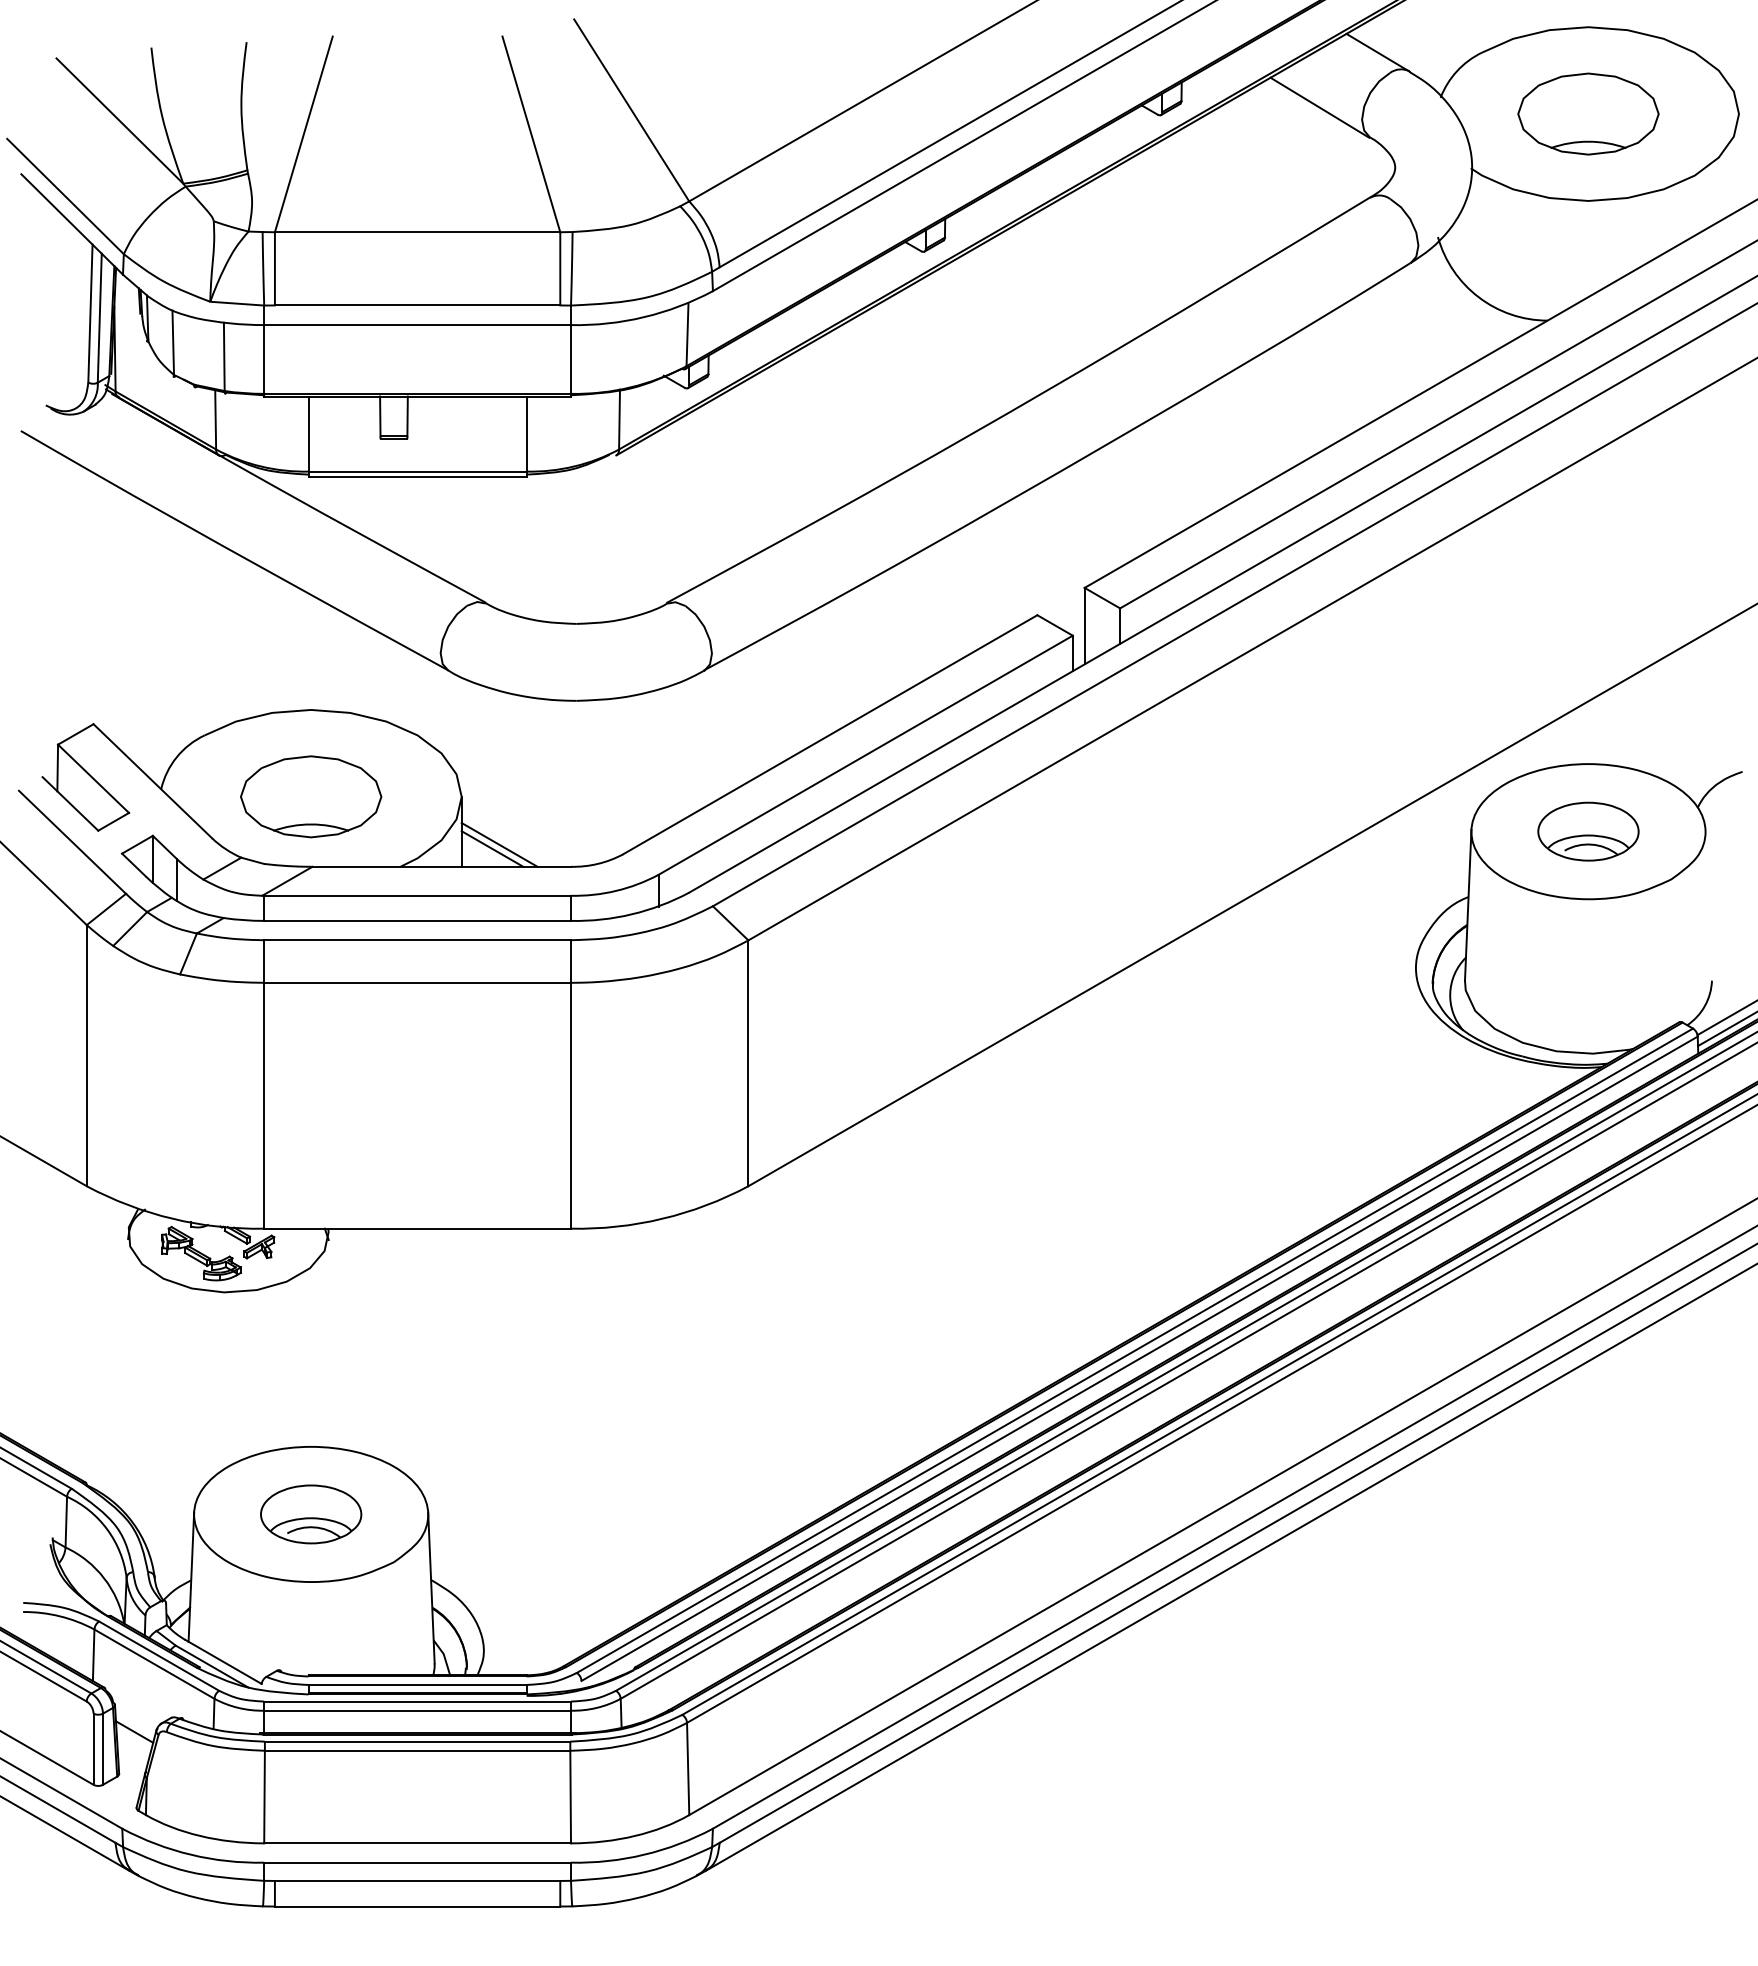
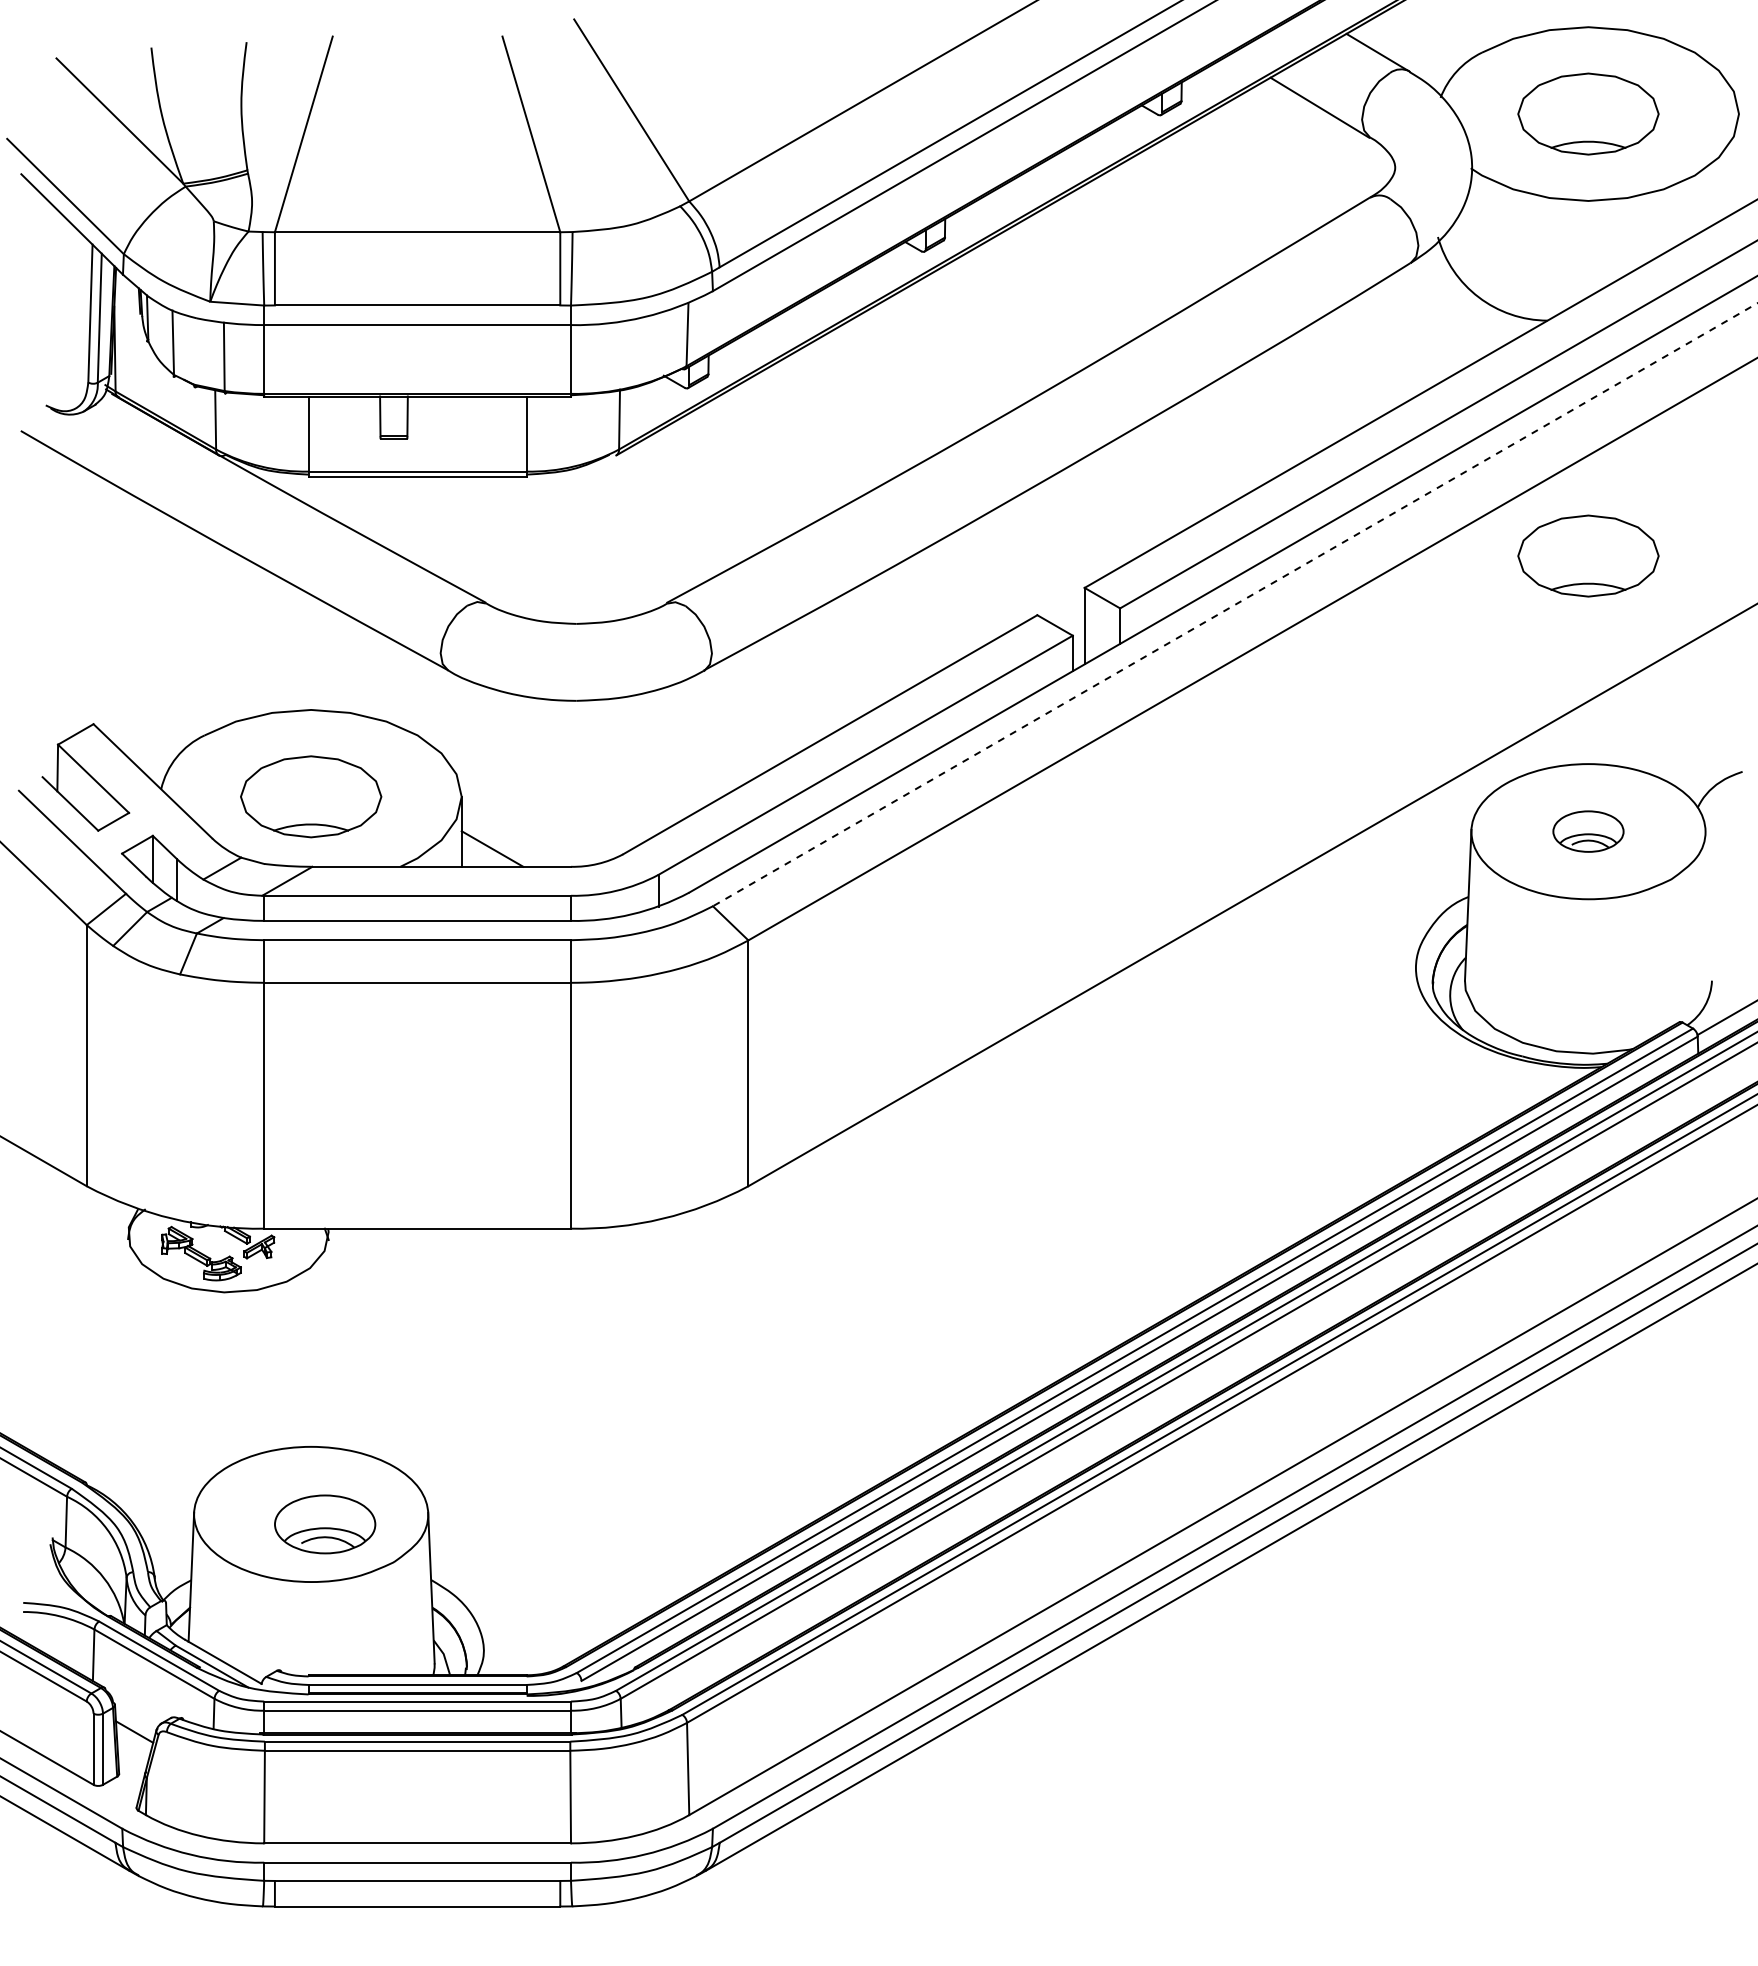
part at (1588, 555): none -> present
line at (1235, 604): solid -> dashed
part at (1588, 831) size: 103x61 px -> 73x43 px
line at (499, 844): present -> none
line at (1726, 1029): present -> none
part at (311, 1514) position: (311, 1514) -> (325, 1524)
